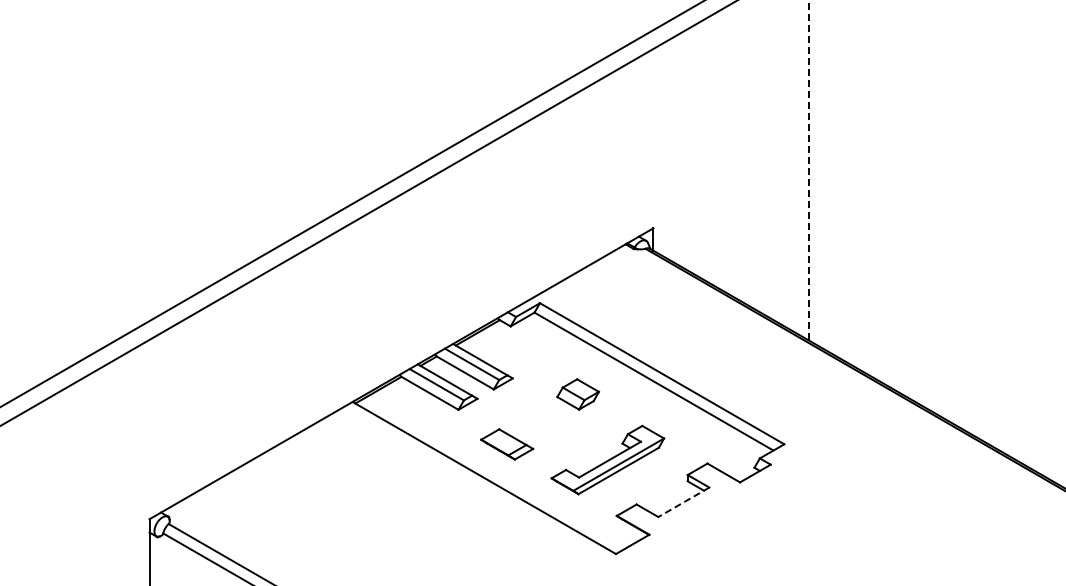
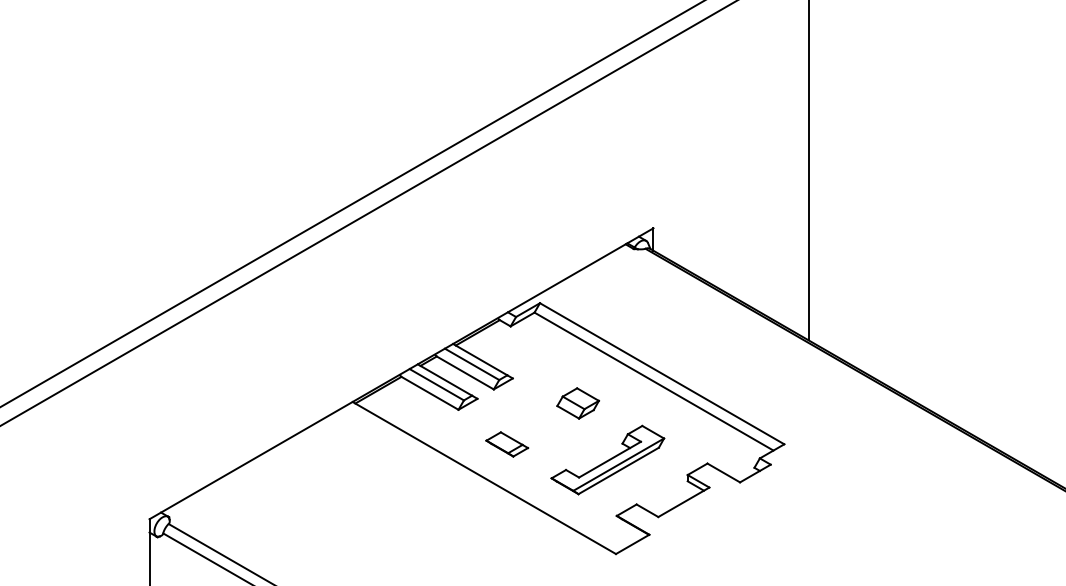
line at (808, 169): dashed -> solid
part at (577, 394) position: (577, 394) -> (577, 403)
part at (507, 444) size: 55x33 px -> 45x27 px
line at (683, 502): dashed -> solid
